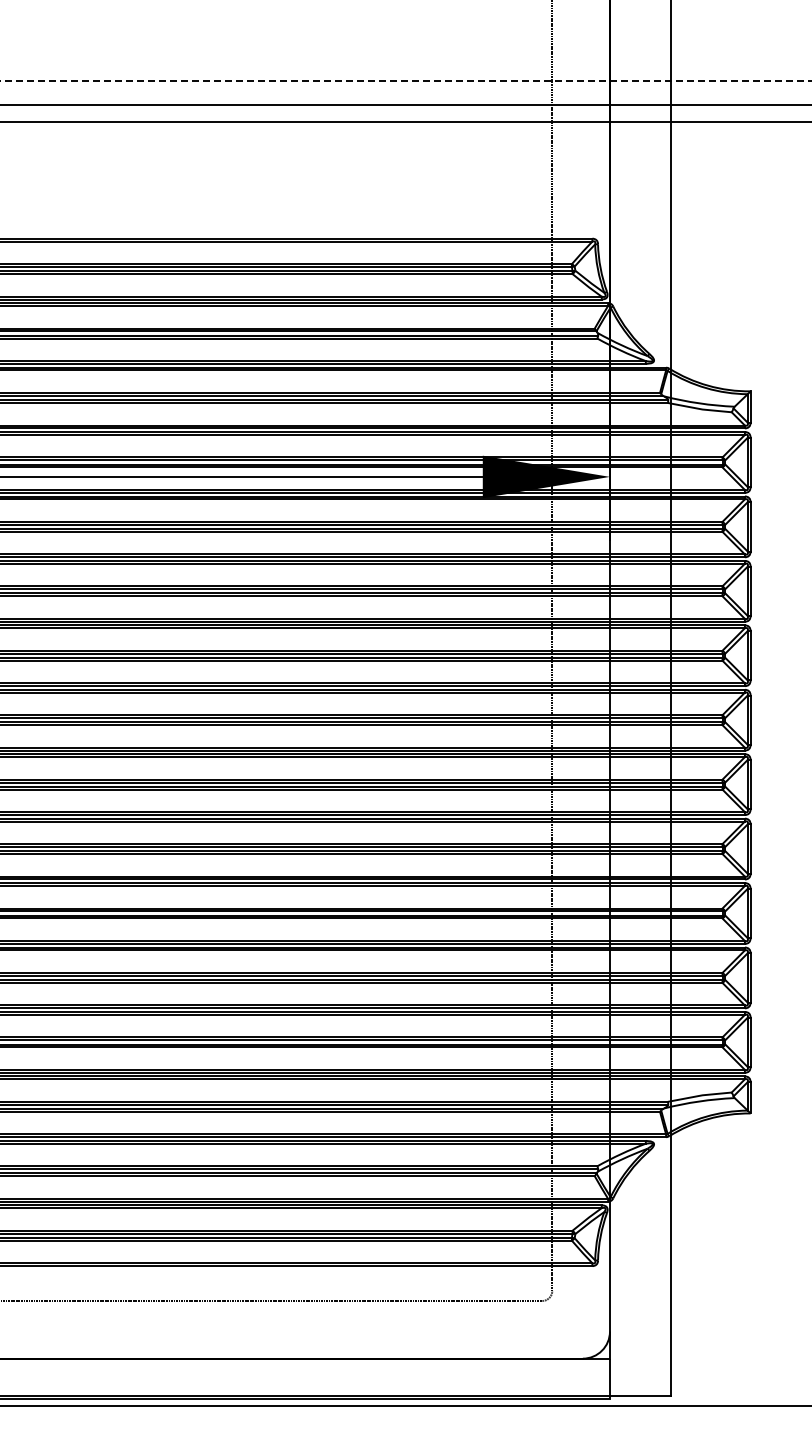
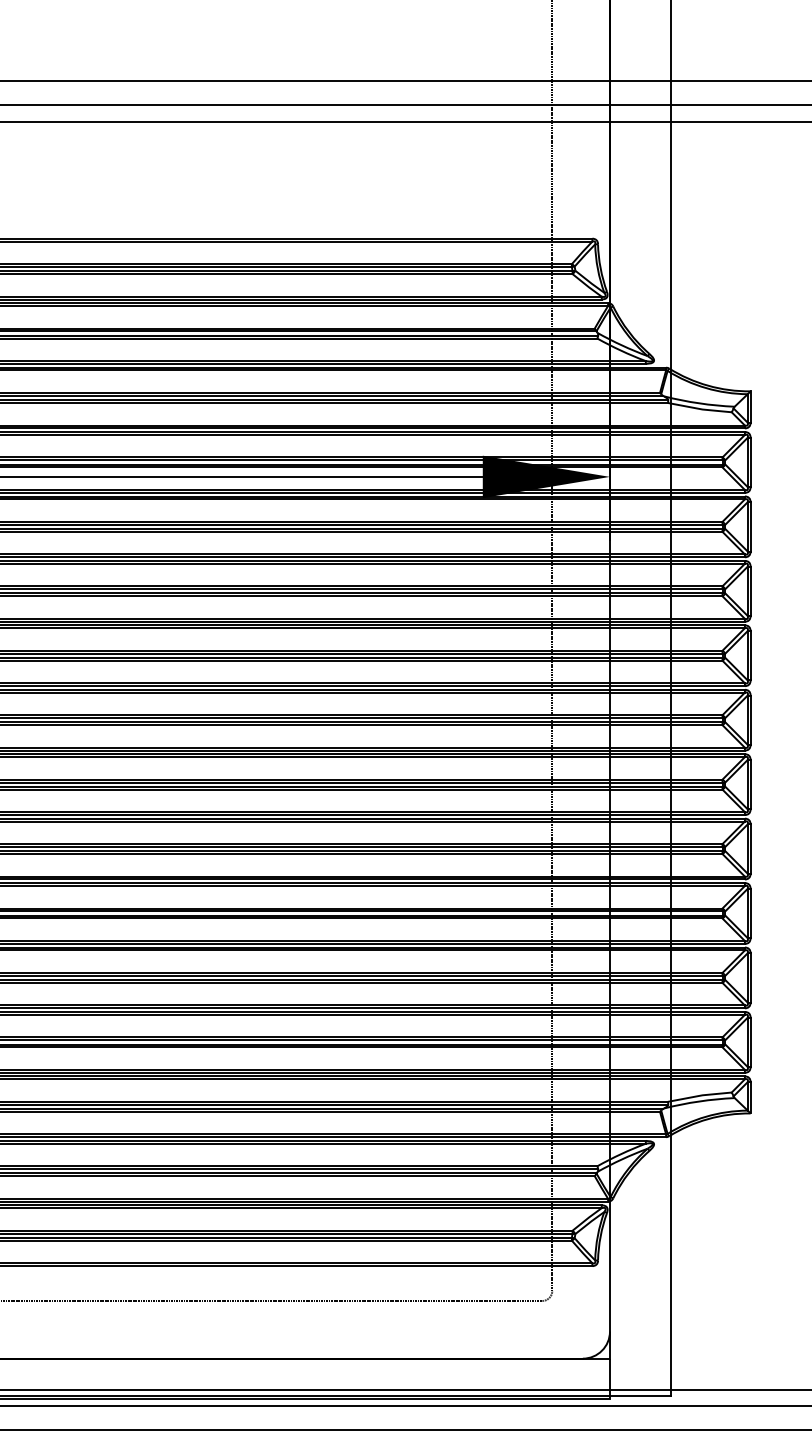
line at (405, 80): dashed -> solid
line at (405, 1389): none -> present
line at (405, 1430): none -> present
